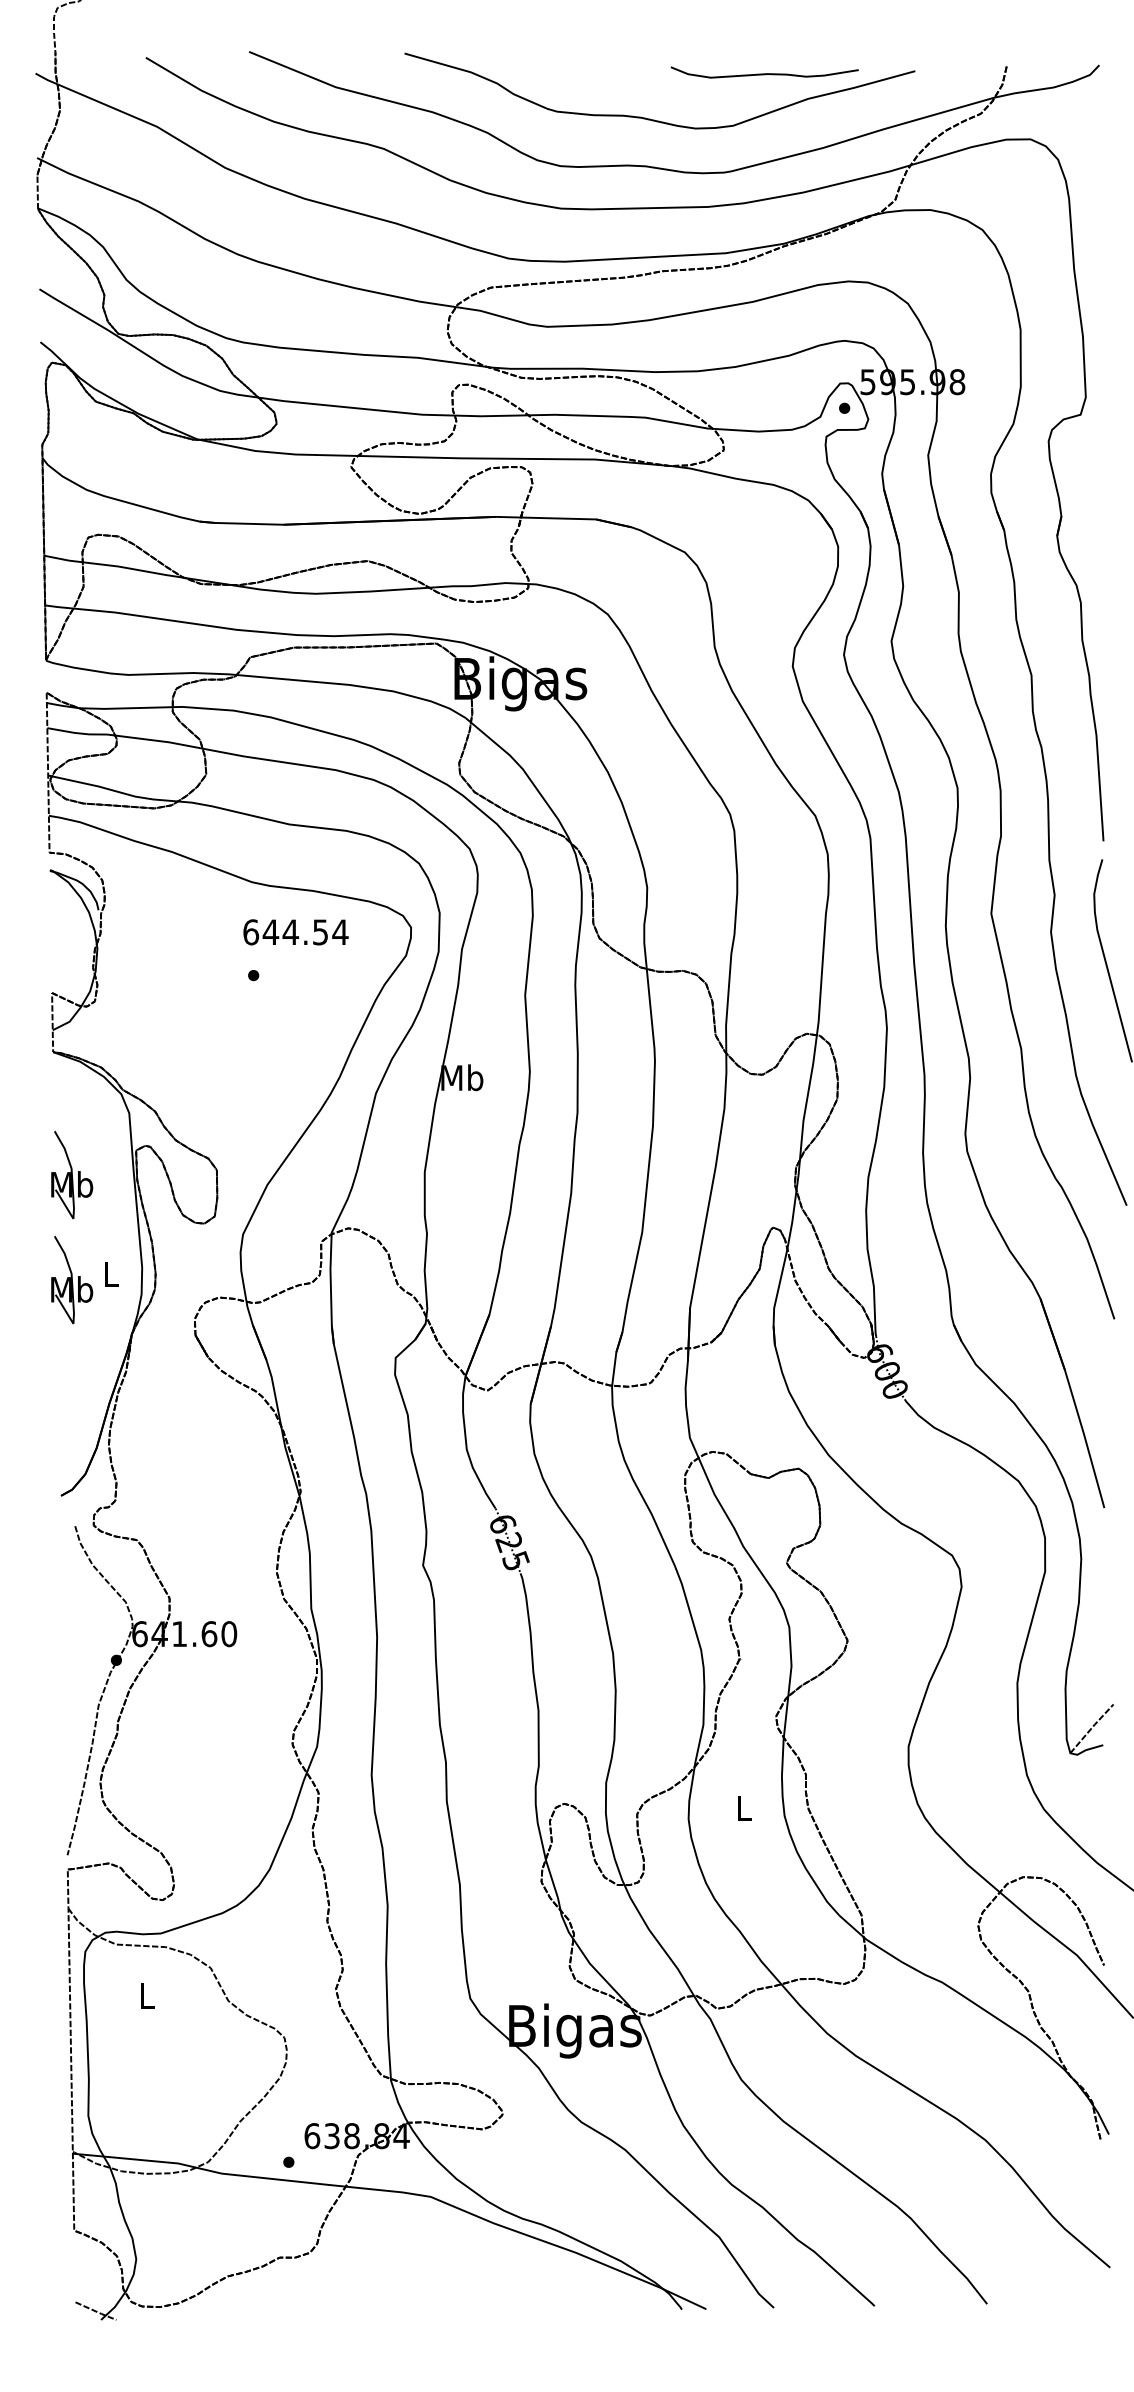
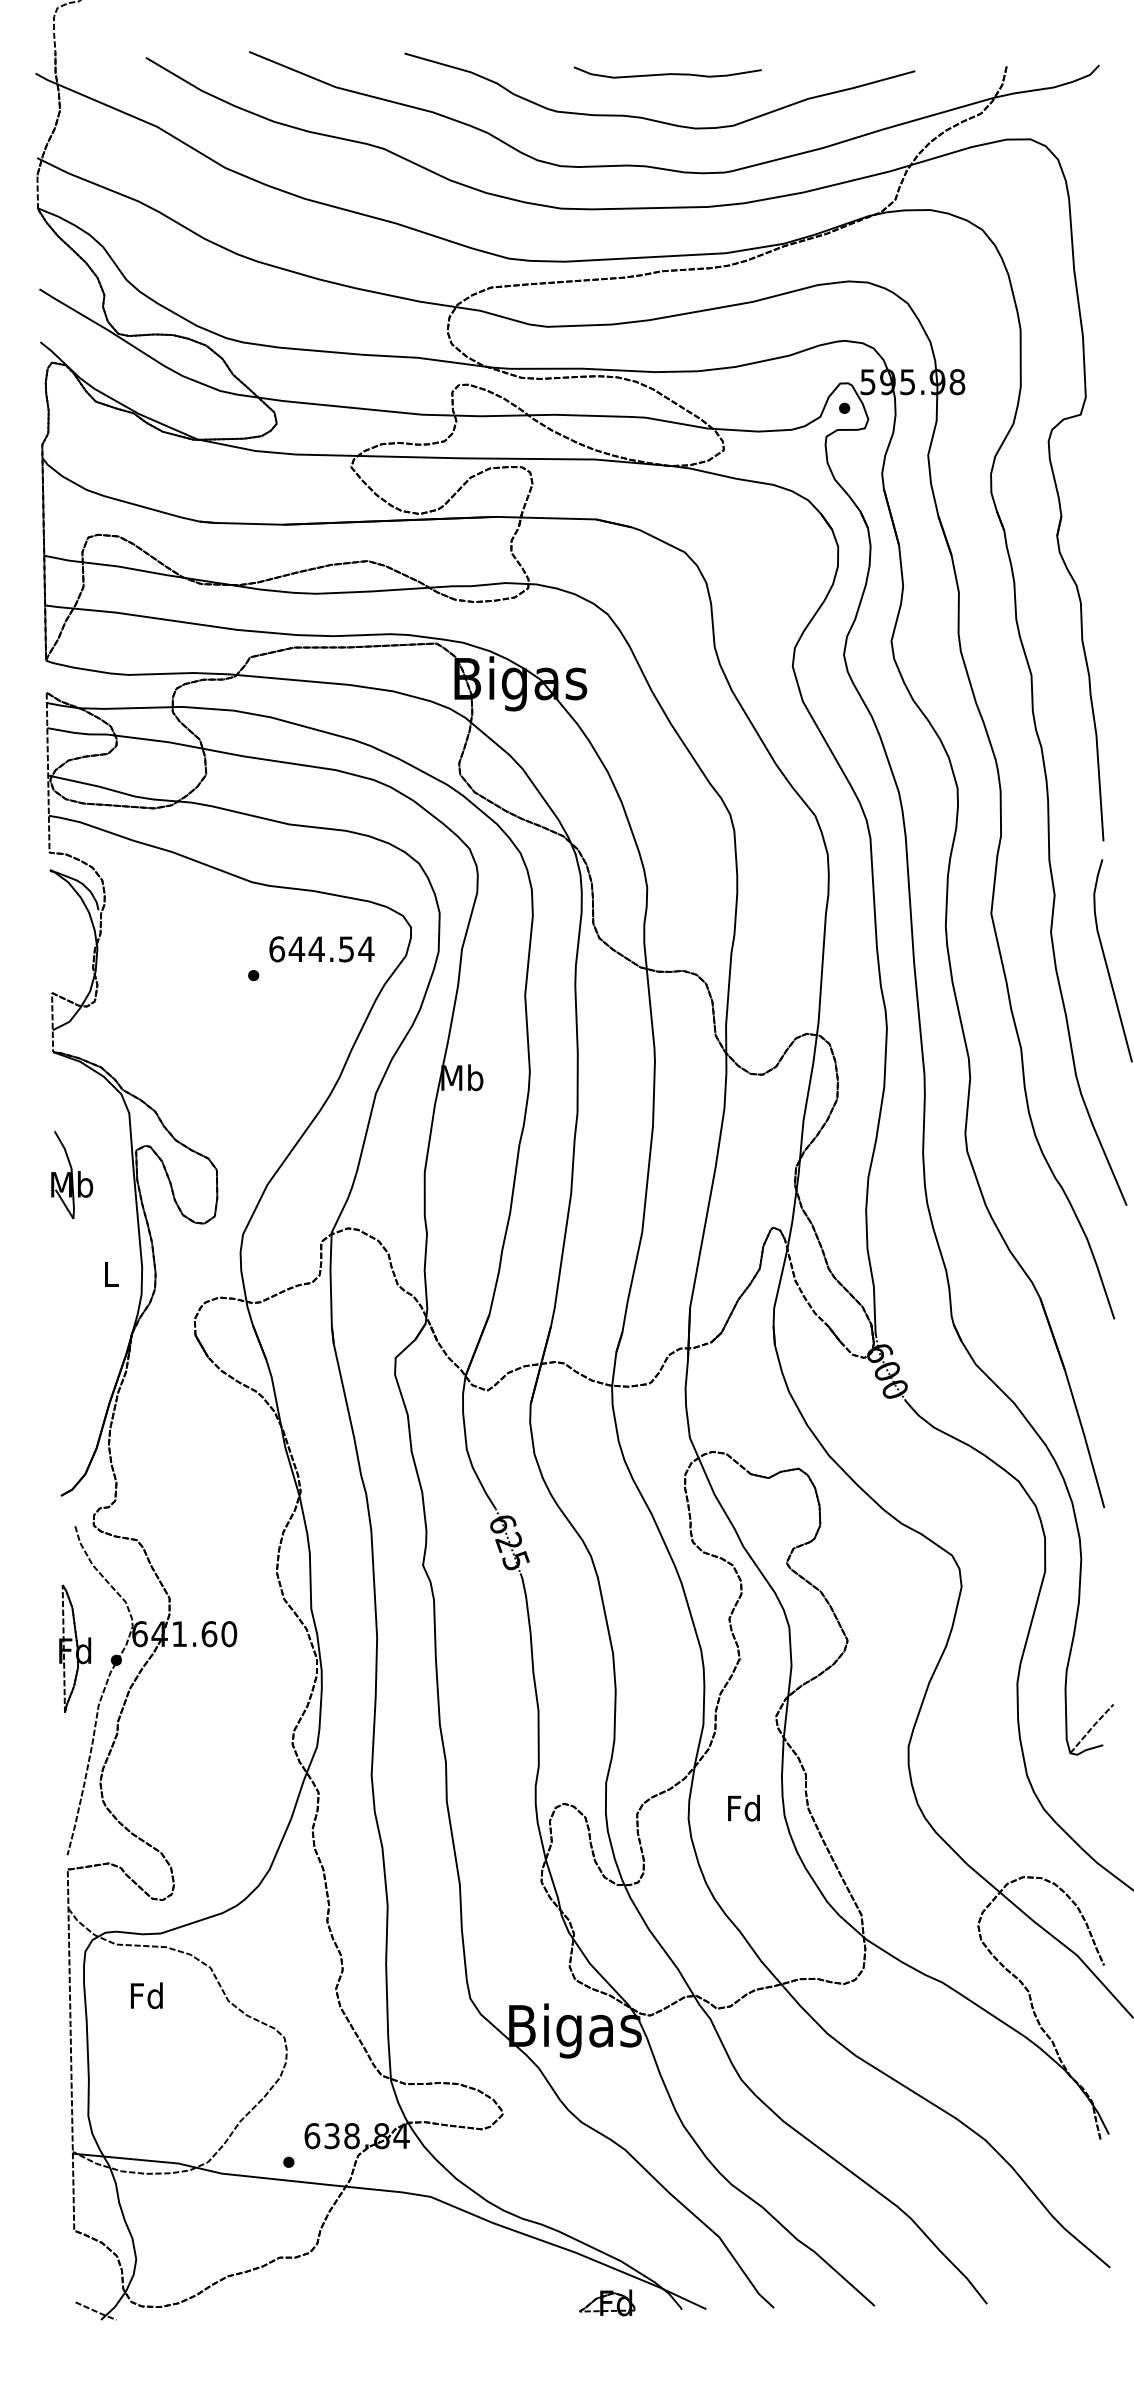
curve at (764, 73) position: (764, 73) -> (667, 73)
text at (295, 932) position: (295, 932) -> (321, 949)
part at (72, 1279): present -> none
part at (75, 1648): none -> present
text at (743, 1807): L -> Fd
text at (146, 1995): L -> Fd
part at (607, 2302): none -> present
